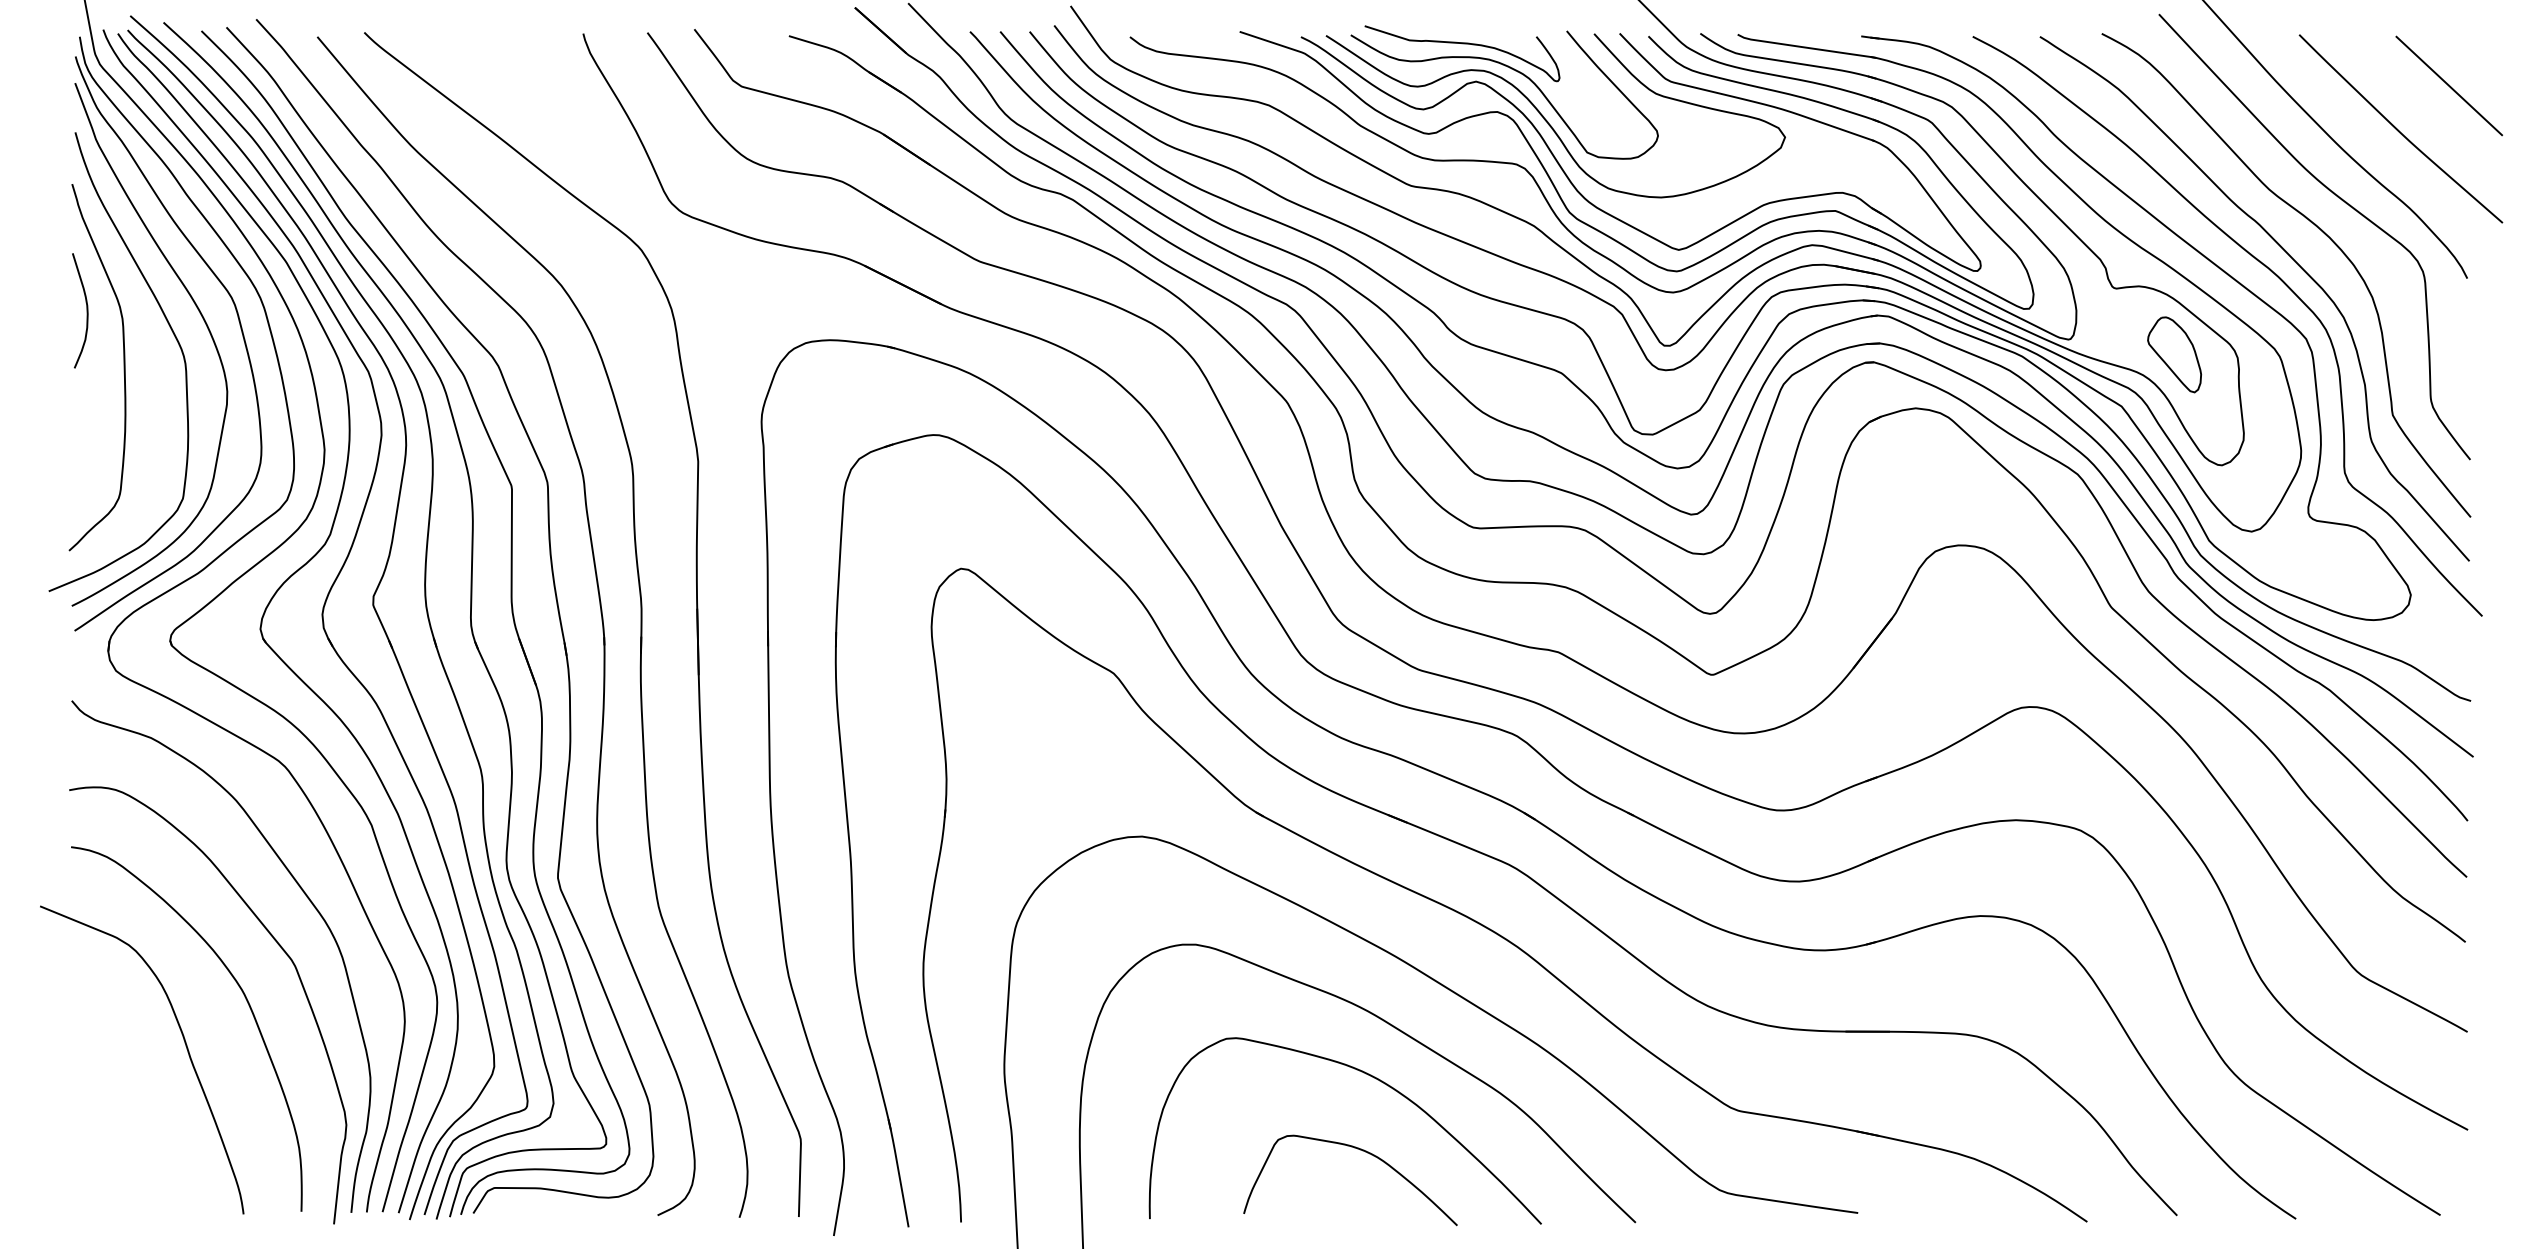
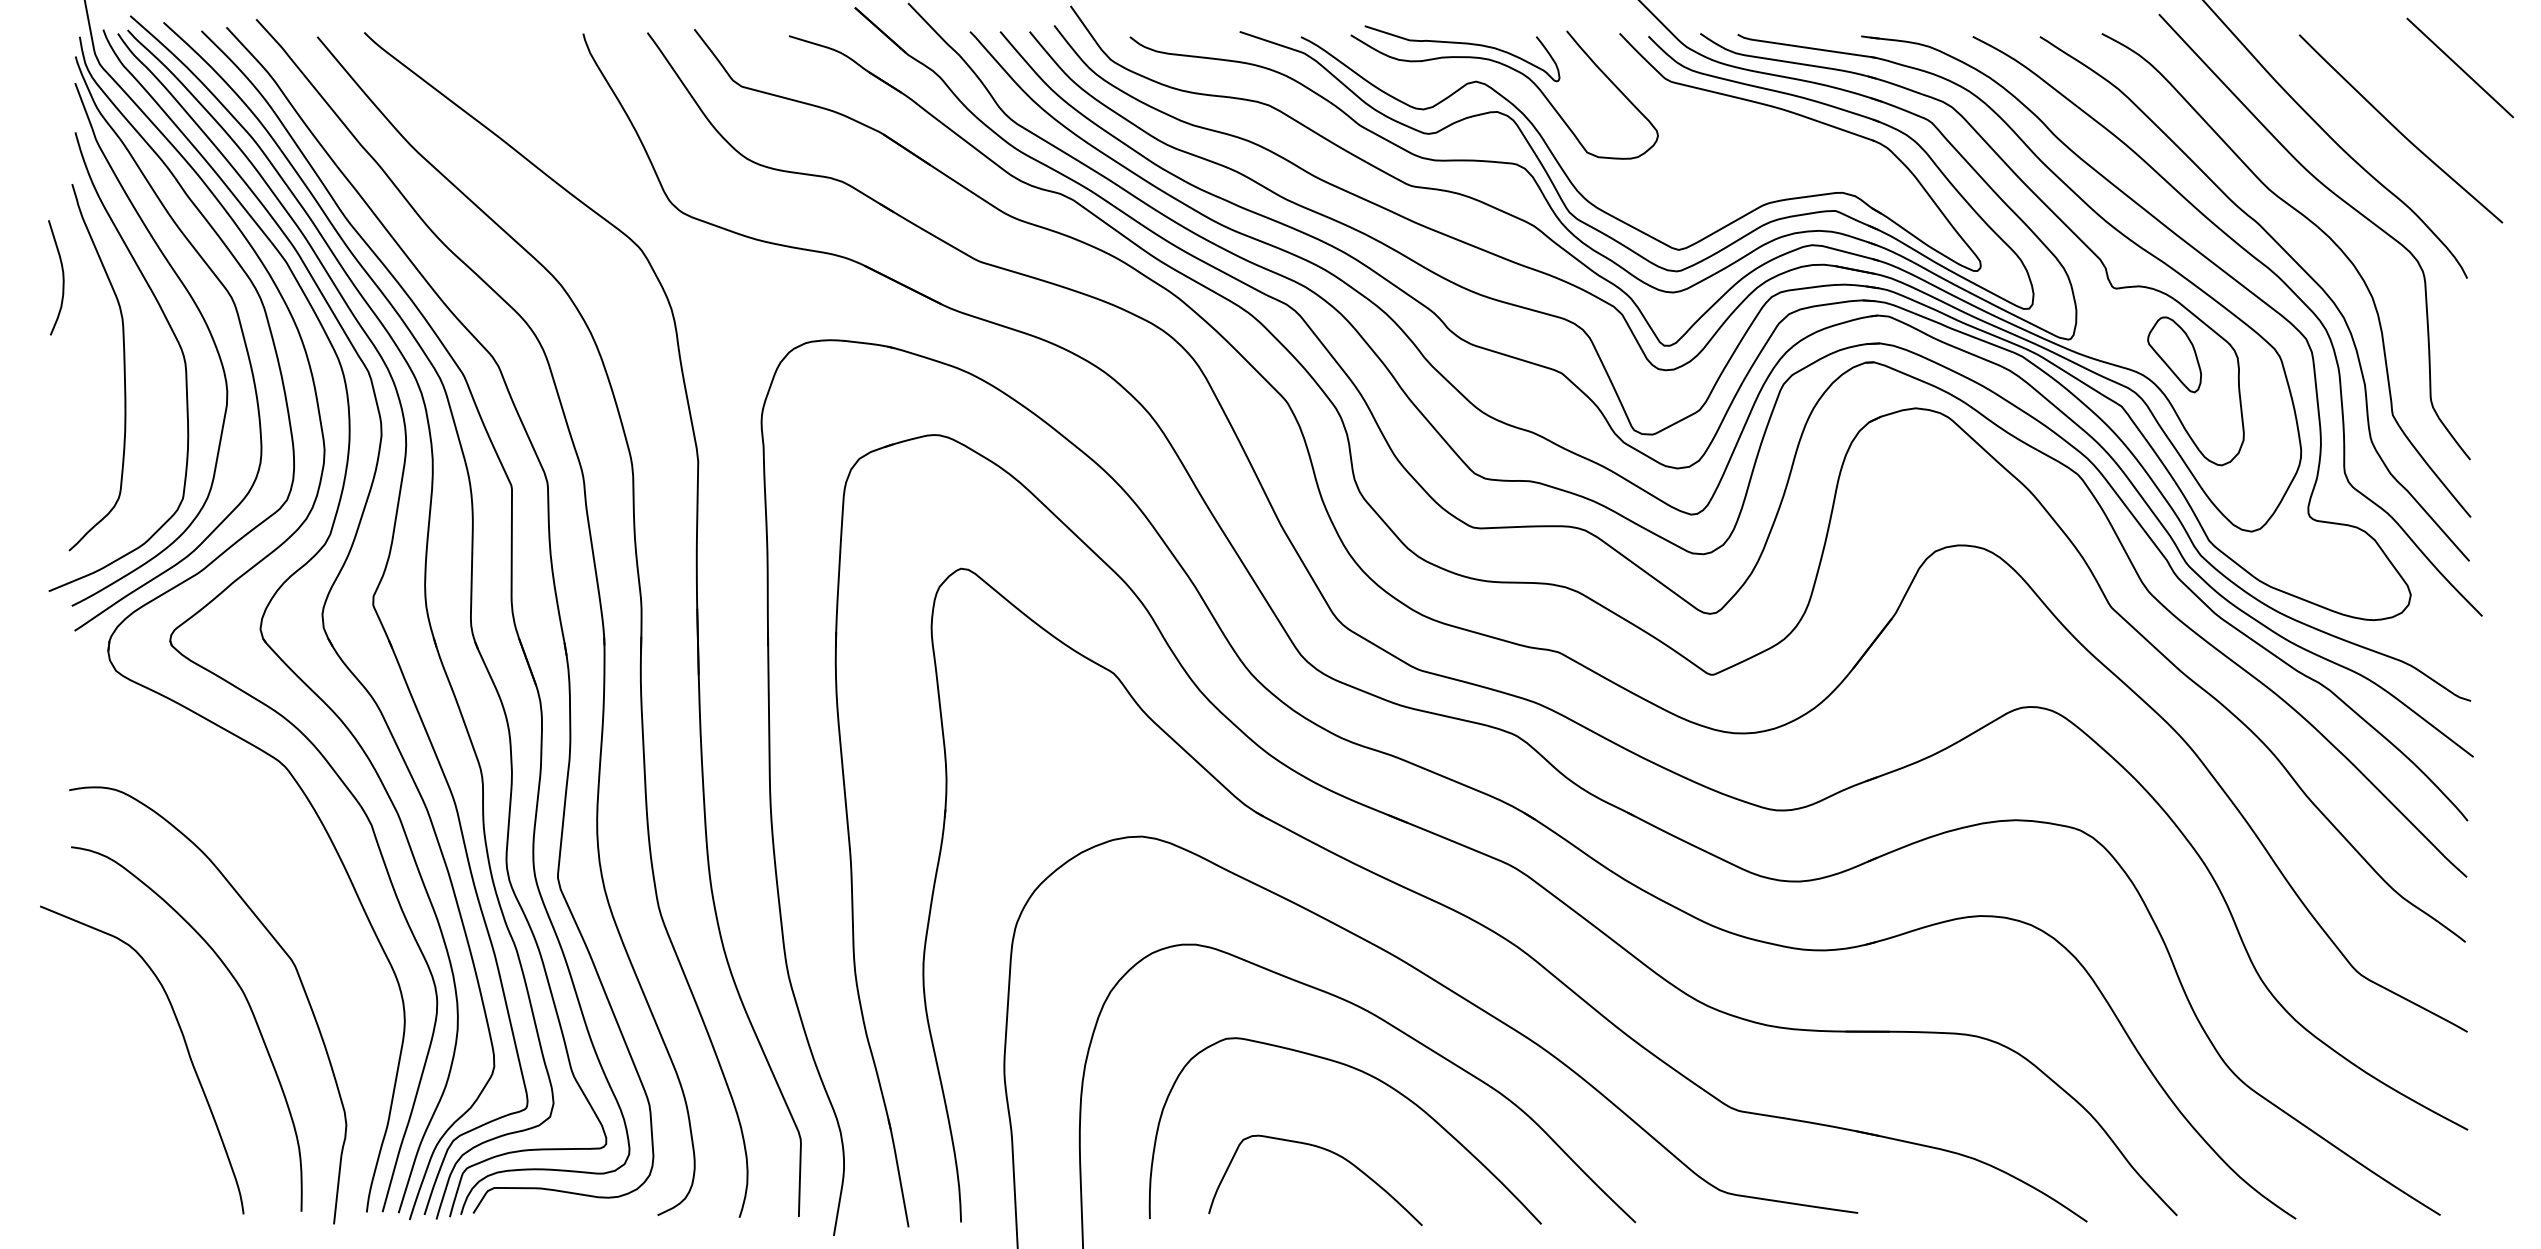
line at (2449, 85) position: (2449, 85) -> (2460, 67)
curve at (1548, 121): present -> none
curve at (86, 310) position: (86, 310) -> (62, 277)
curve at (306, 897): present -> none
curve at (1362, 1151) position: (1362, 1151) -> (1327, 1151)
